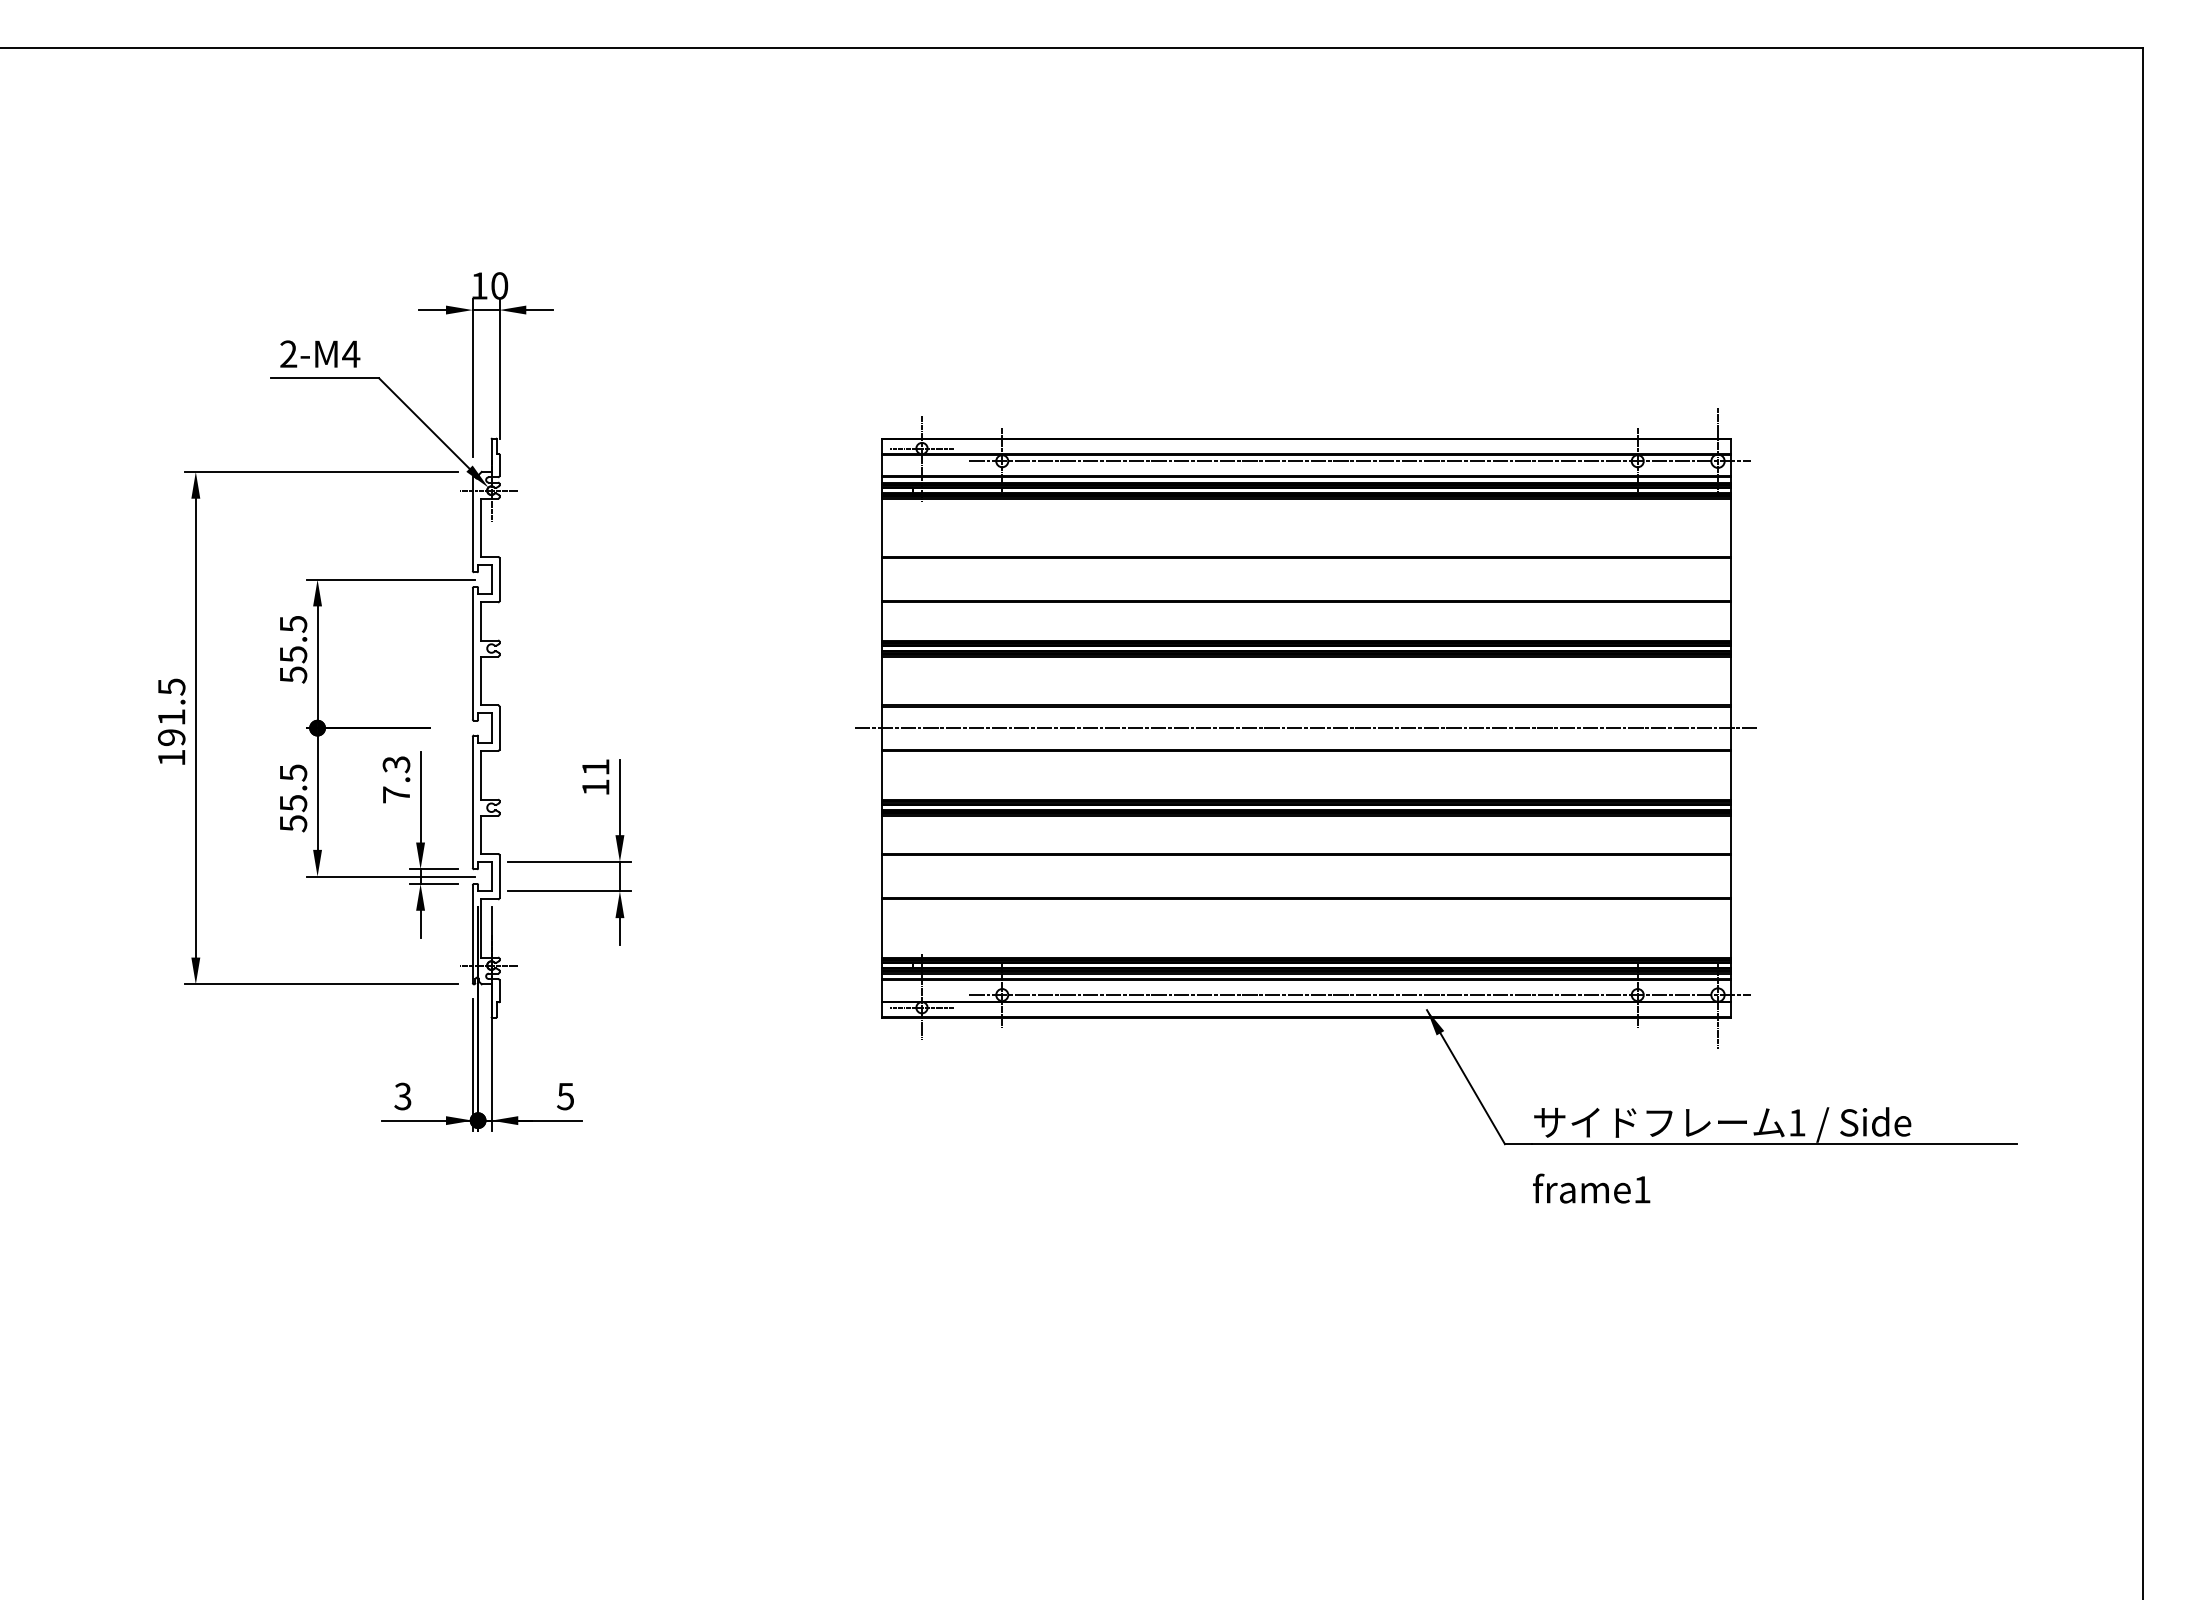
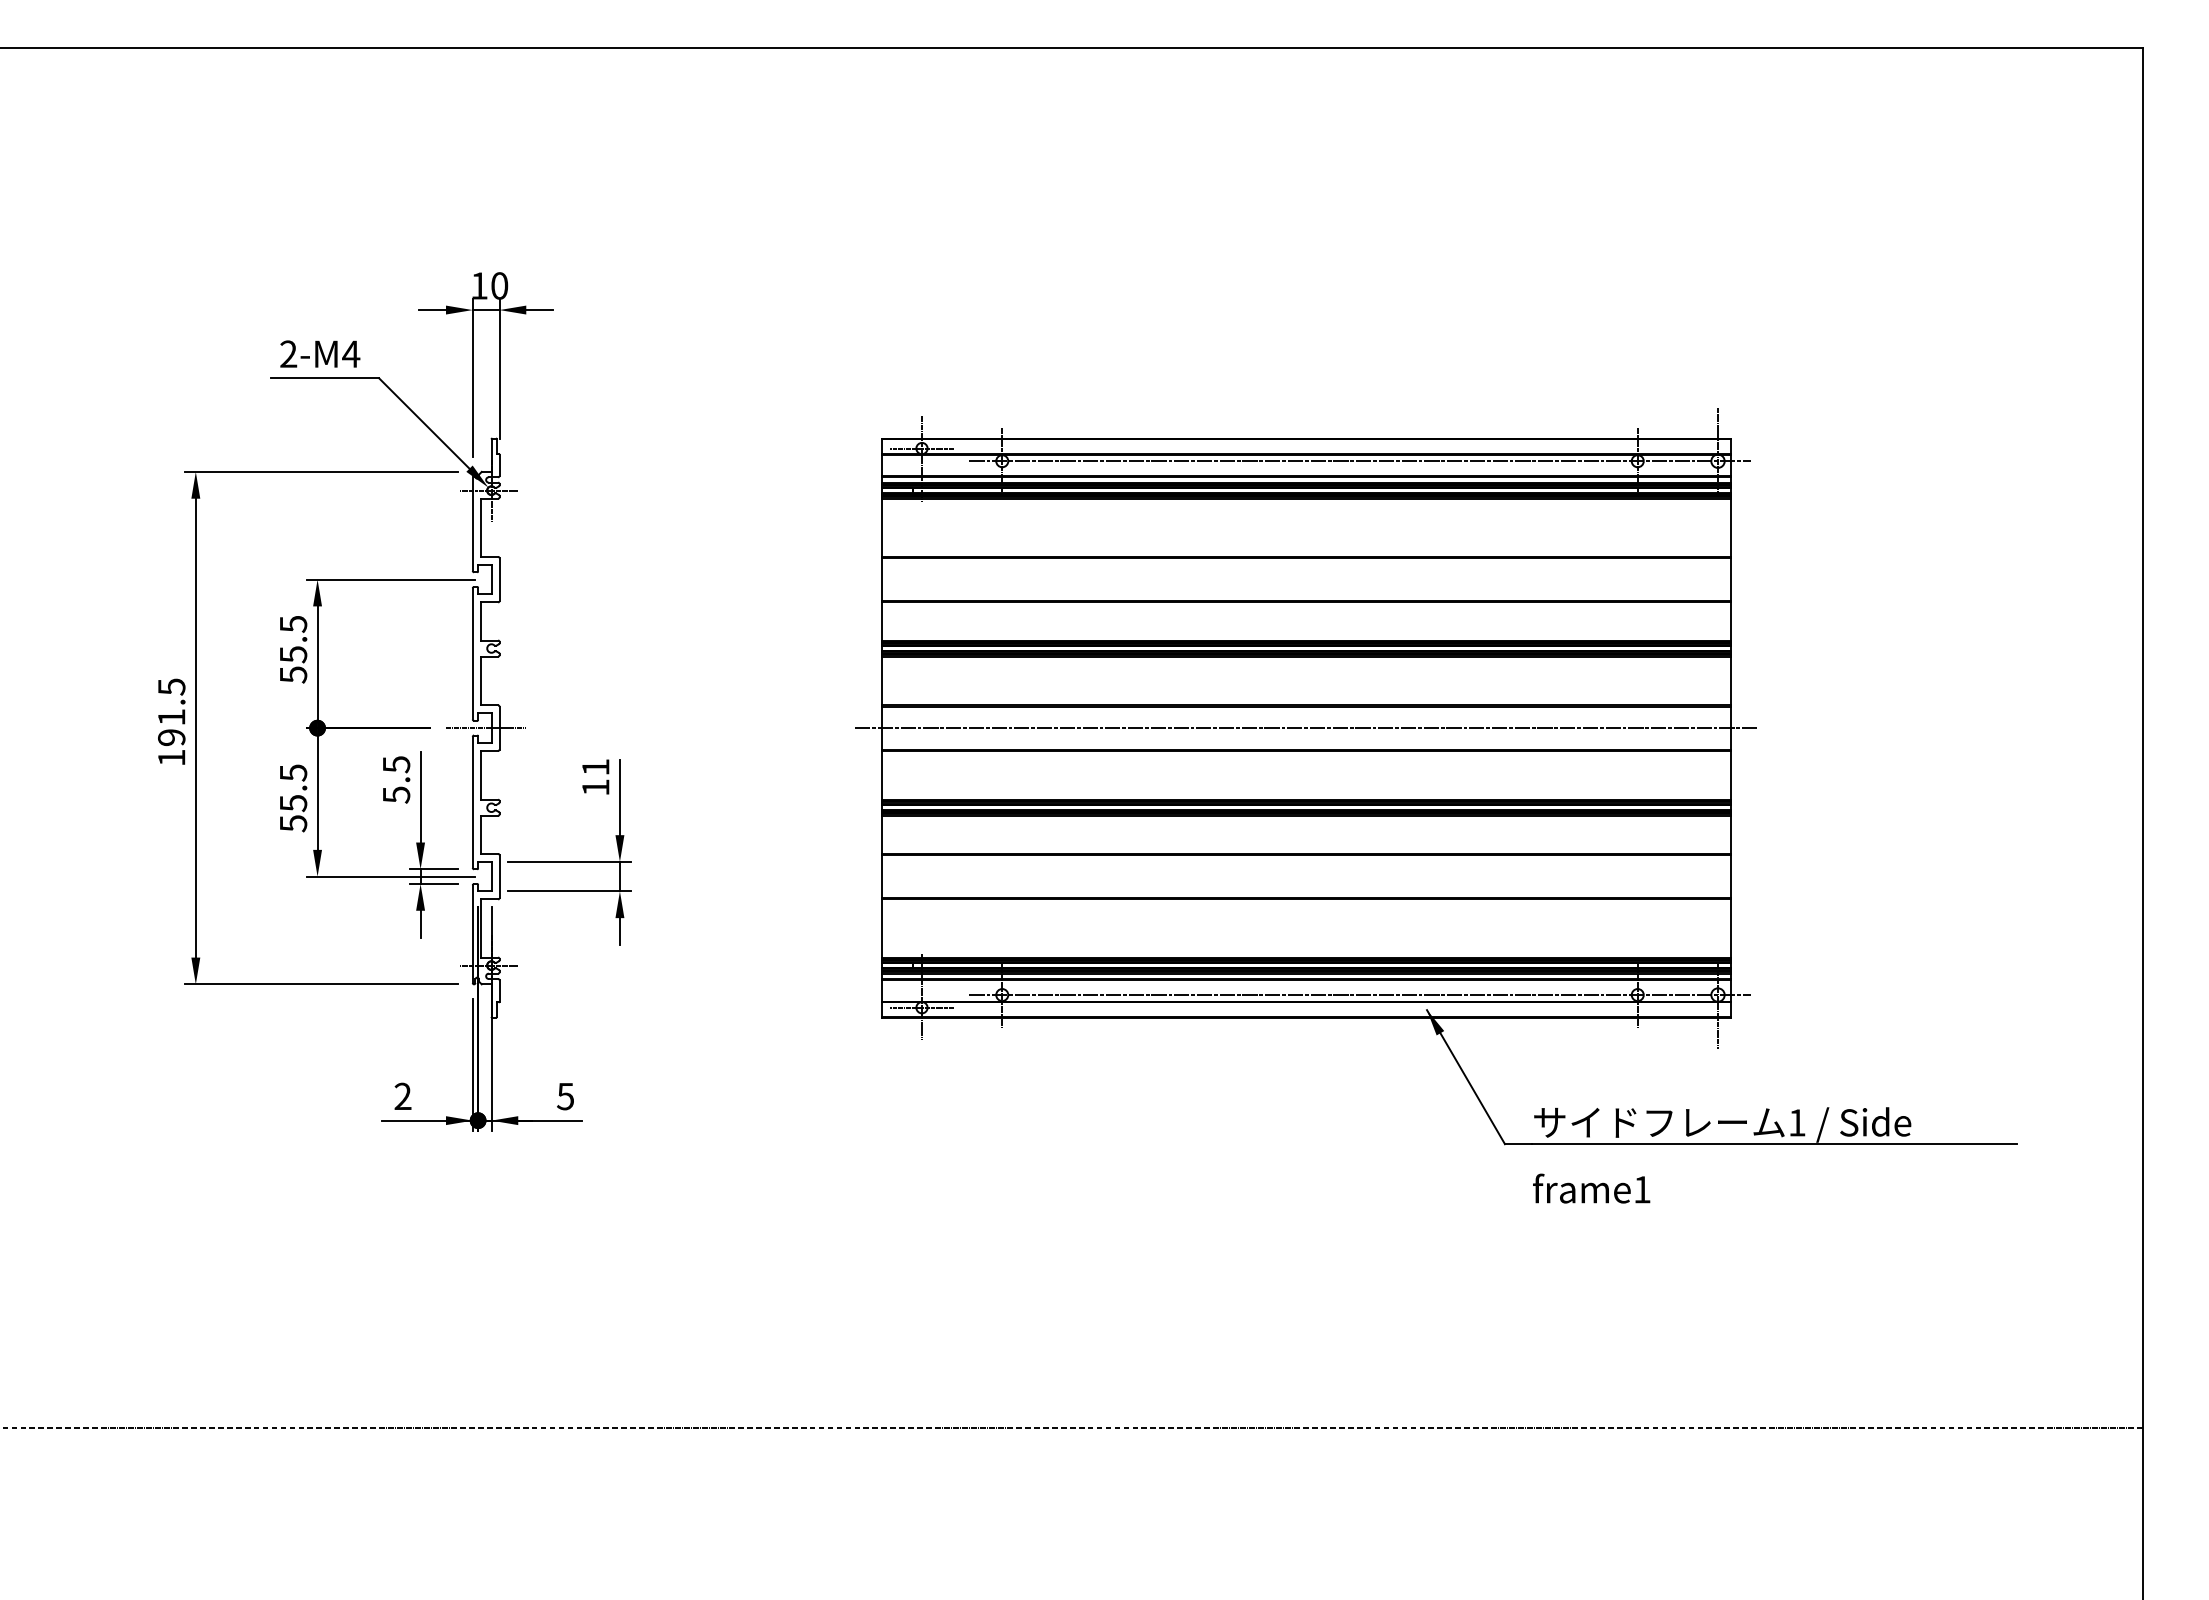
line at (486, 728): none -> present
text at (396, 779): 7.3 -> 5.5
text at (402, 1096): 3 -> 2
line at (1072, 1428): none -> present
